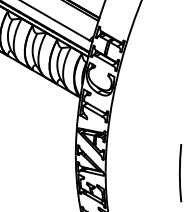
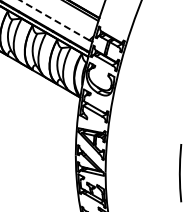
line at (54, 20): solid -> dashed
